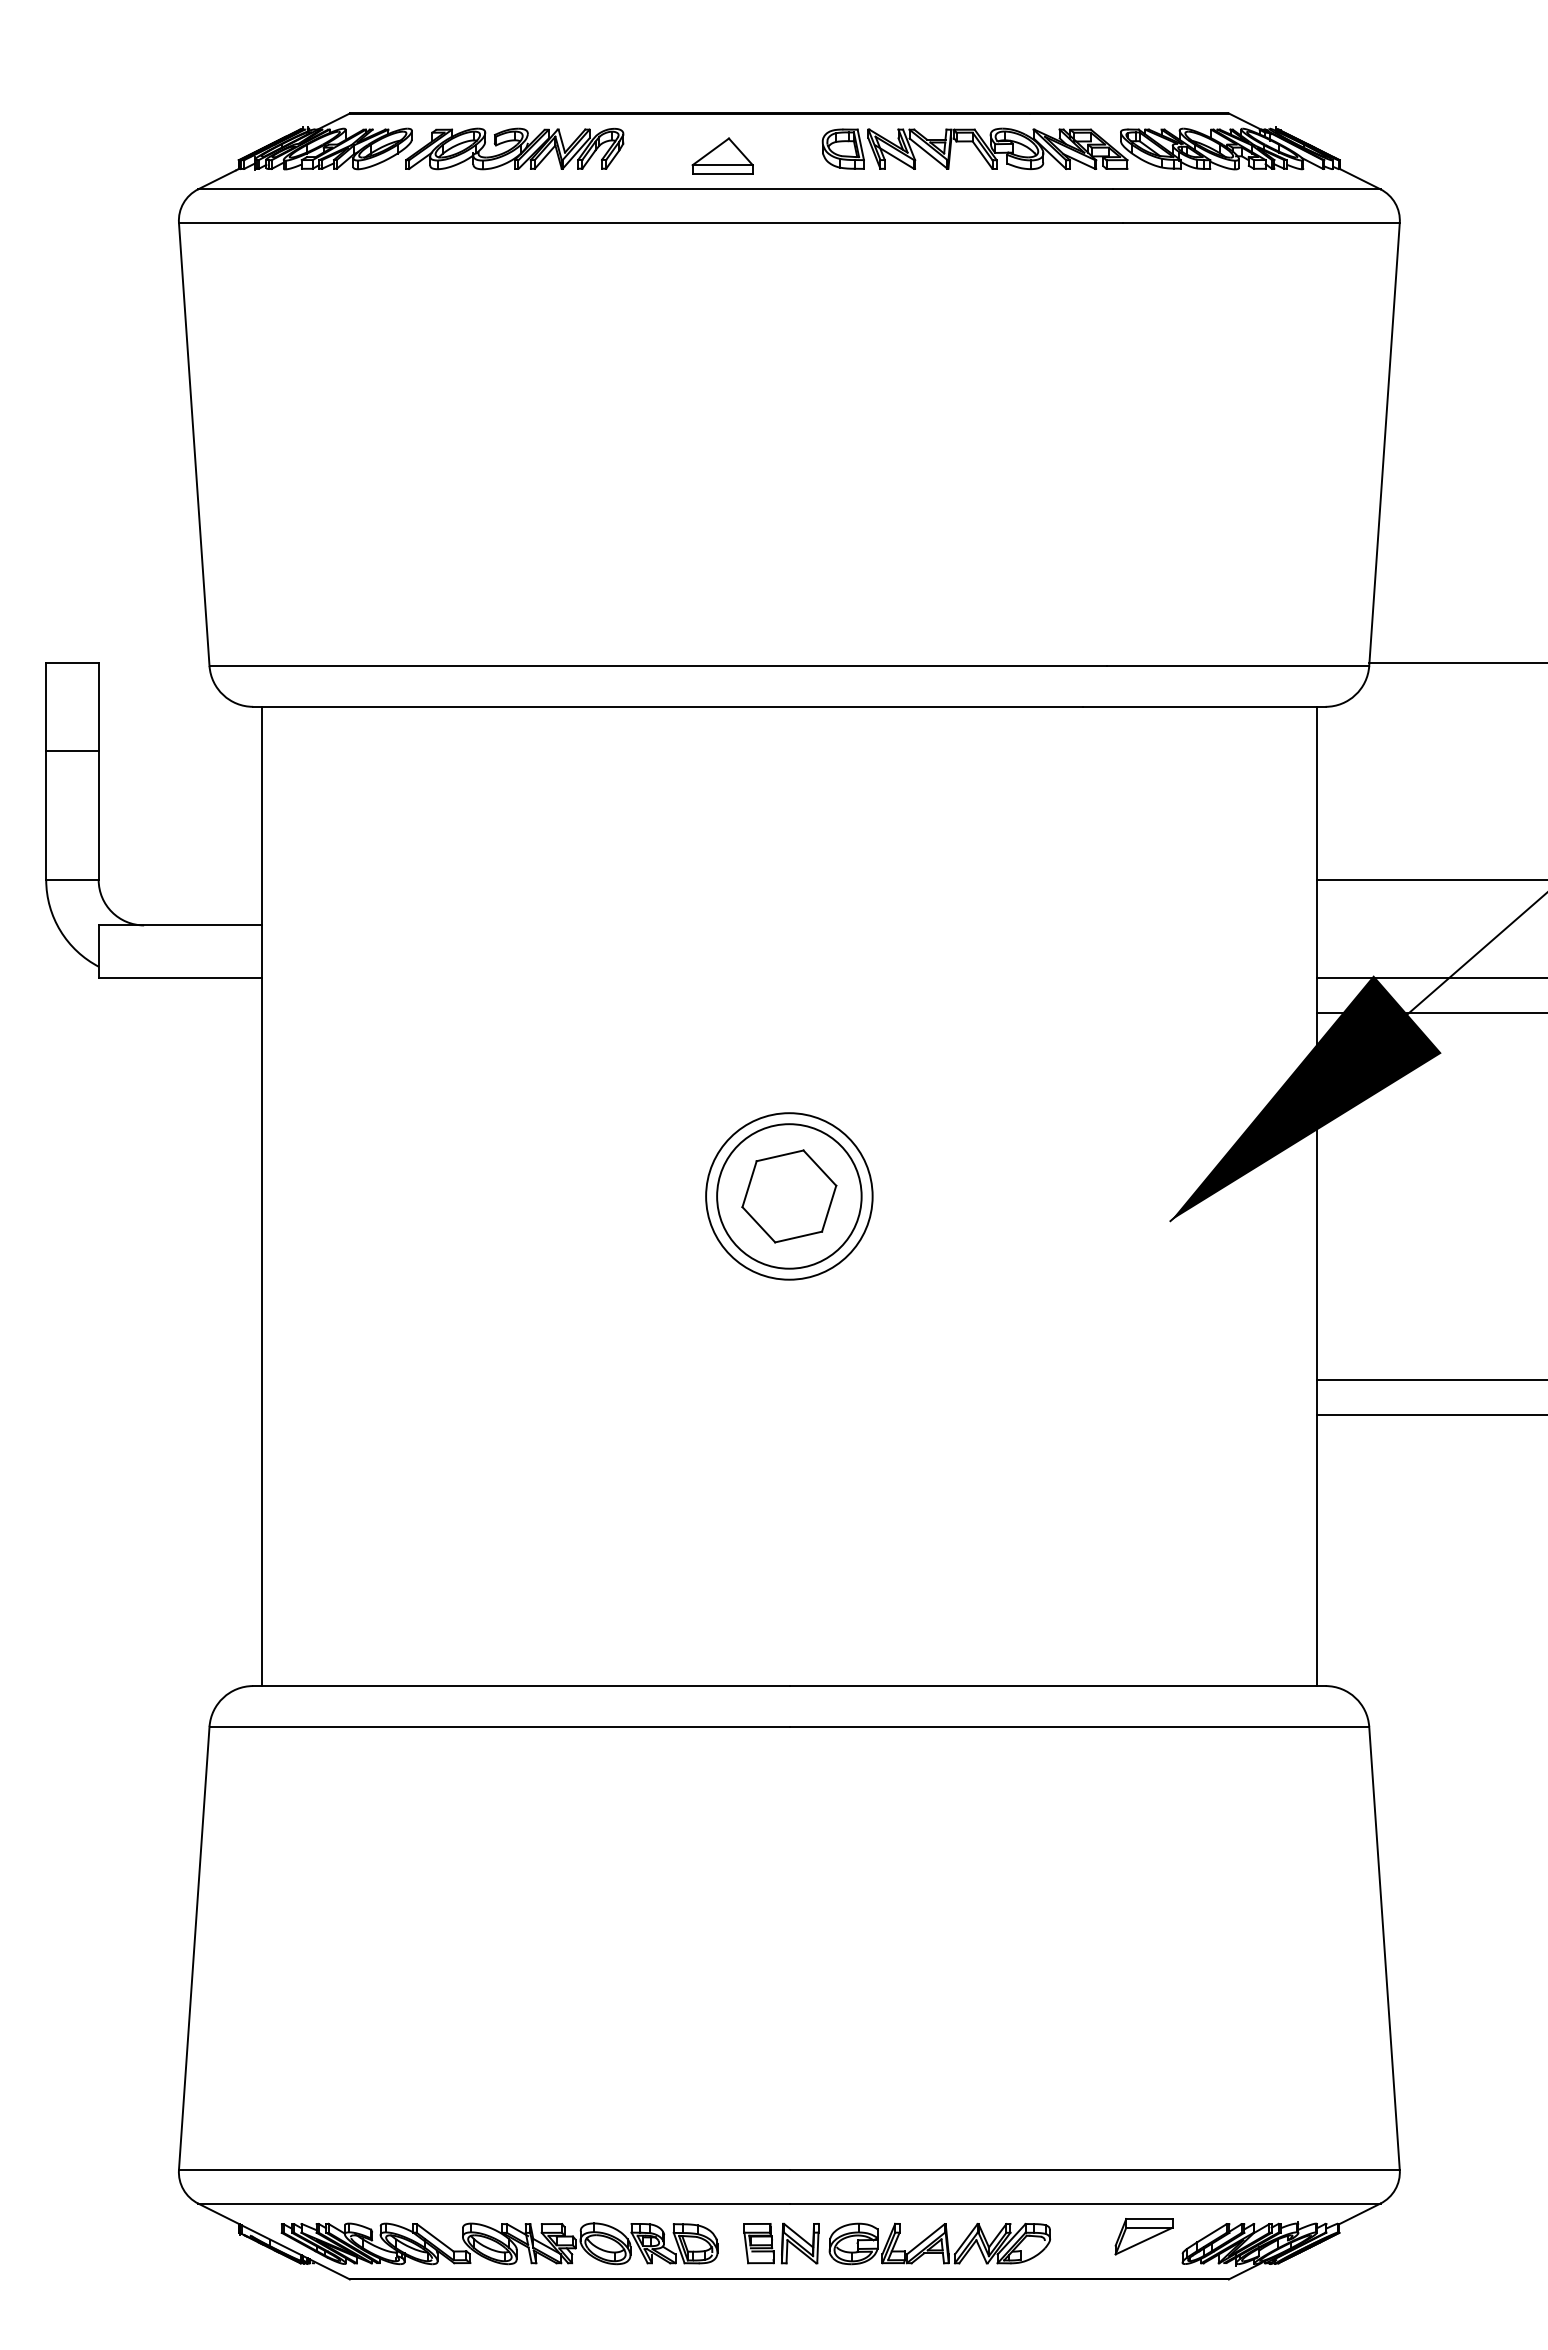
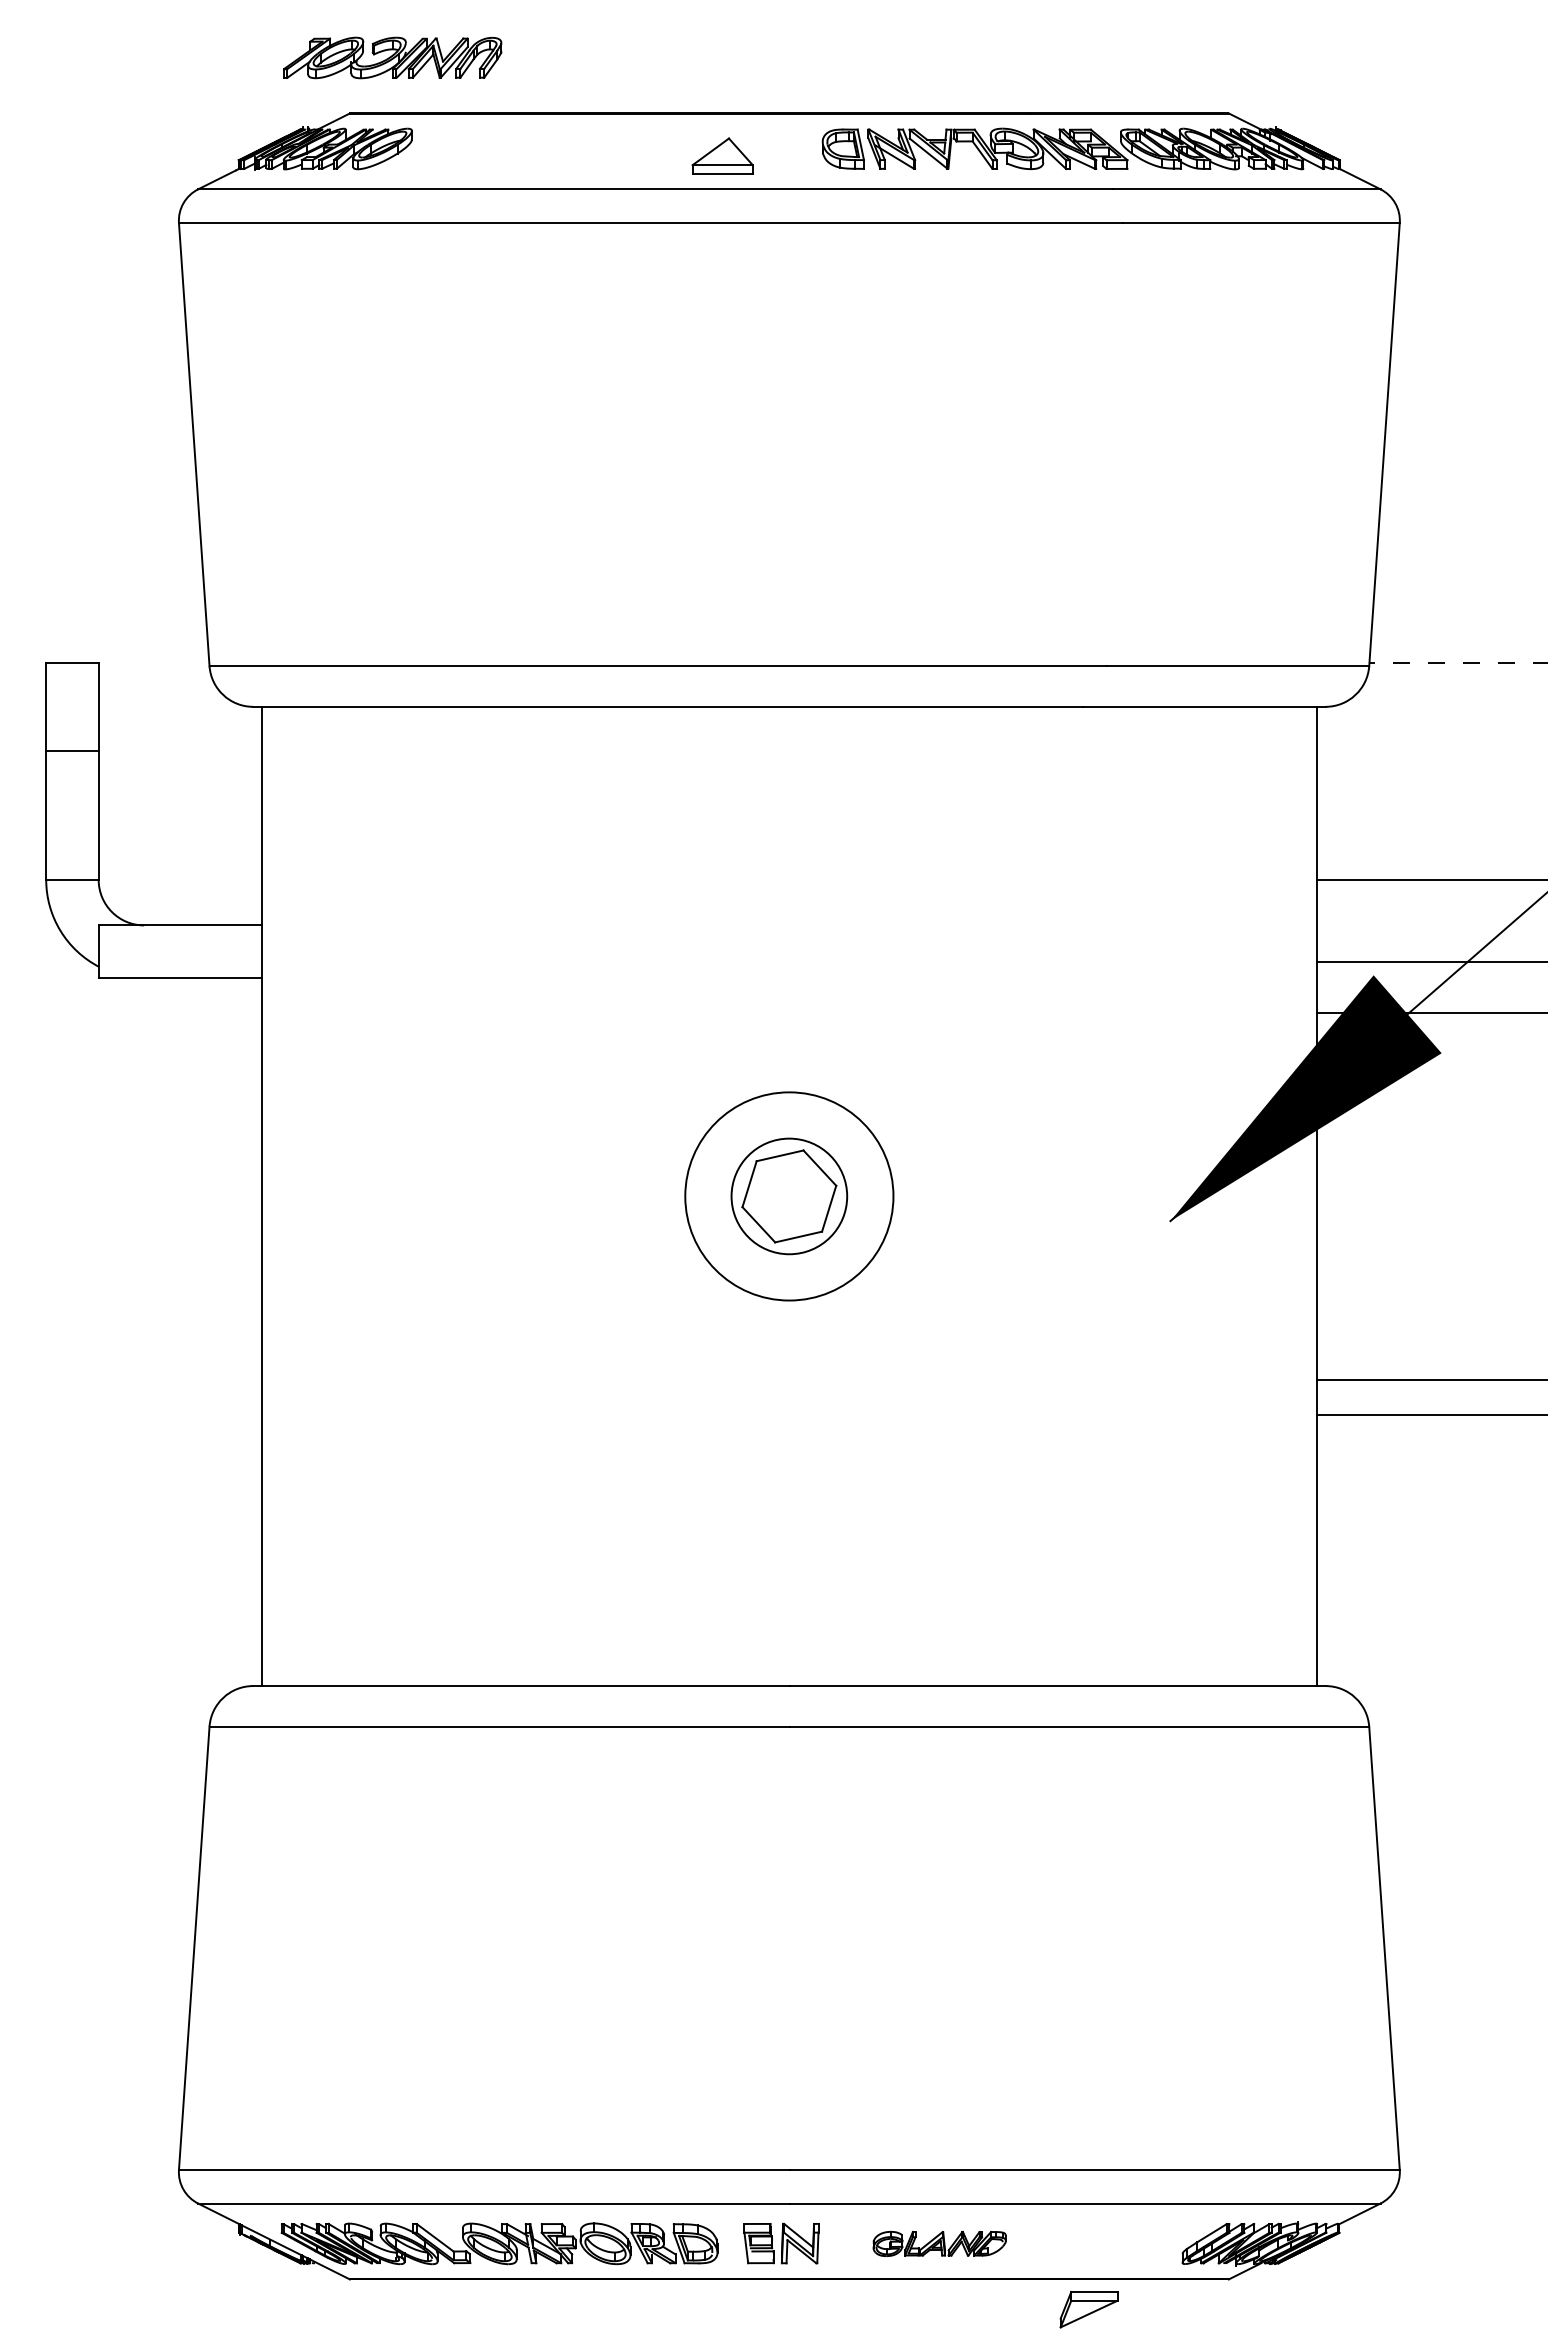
part at (514, 148) position: (514, 148) -> (392, 57)
line at (1458, 663): solid -> dashed
line at (1430, 977) position: (1430, 977) -> (1430, 961)
circle at (789, 1196) diameter: 145 px -> 116 px
circle at (789, 1196) diameter: 167 px -> 208 px
part at (1143, 2236) position: (1143, 2236) -> (1088, 2309)
part at (939, 2243) size: 223x44 px -> 135x27 px
